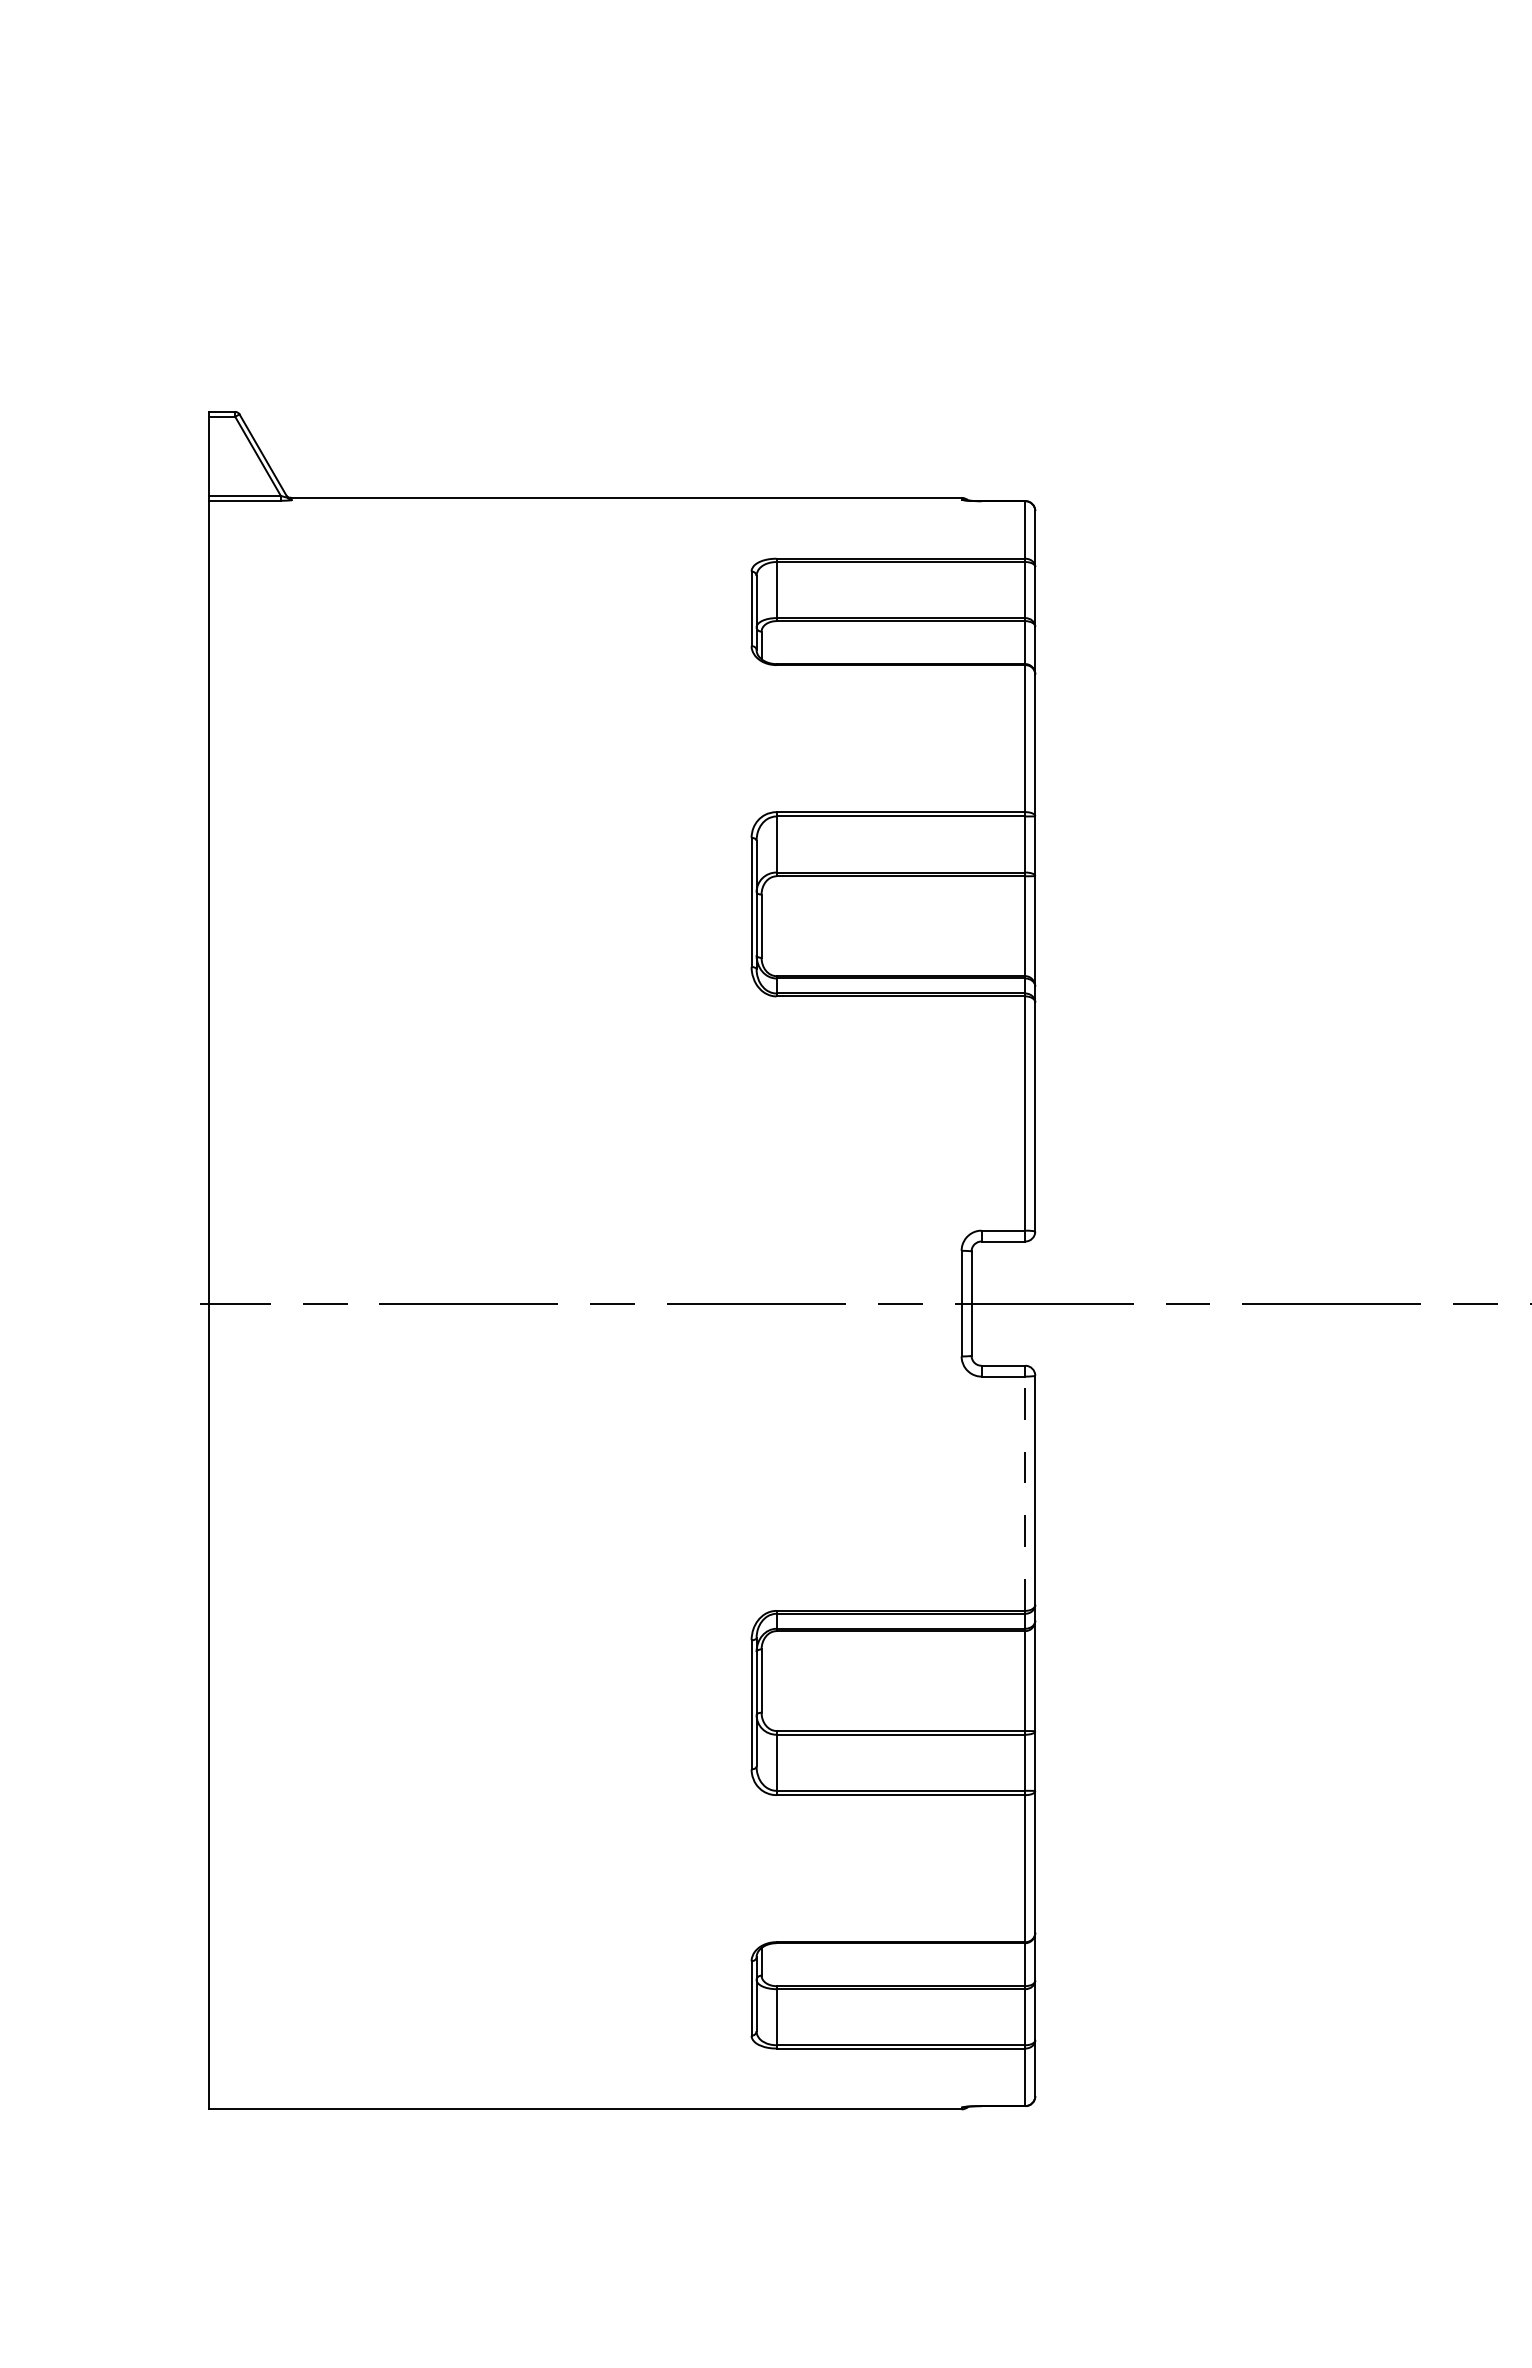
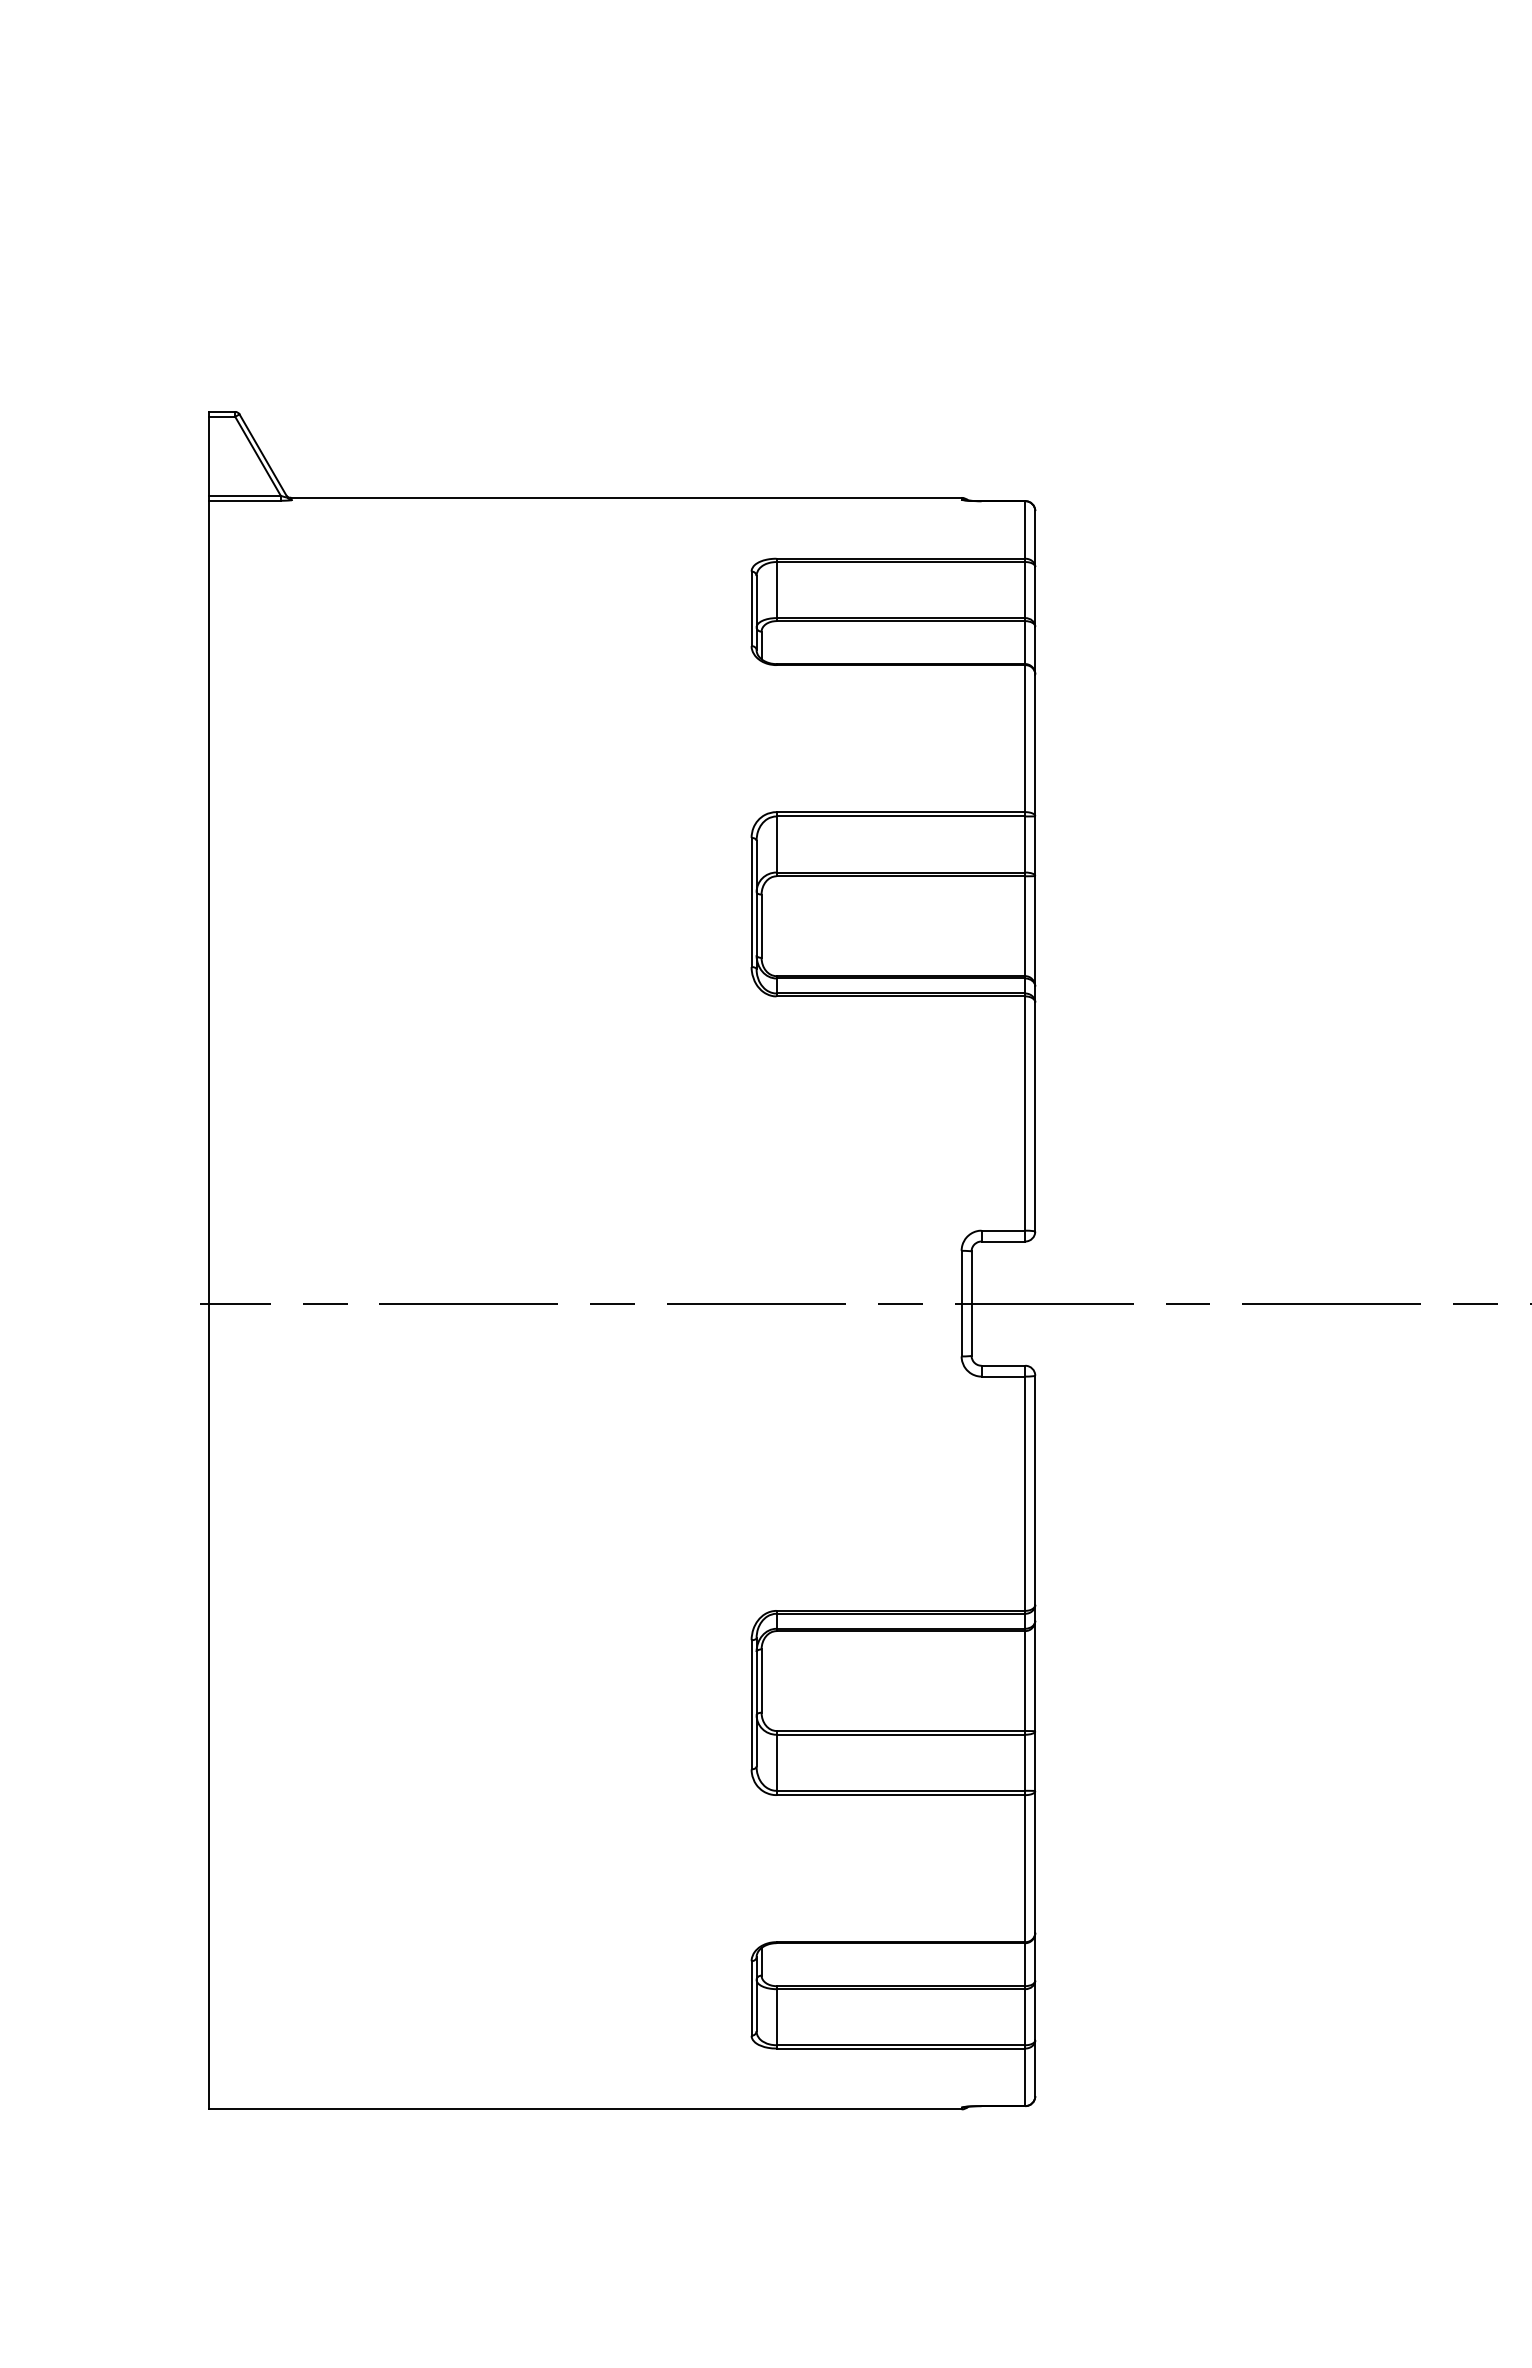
line at (1025, 1493): dashed -> solid
